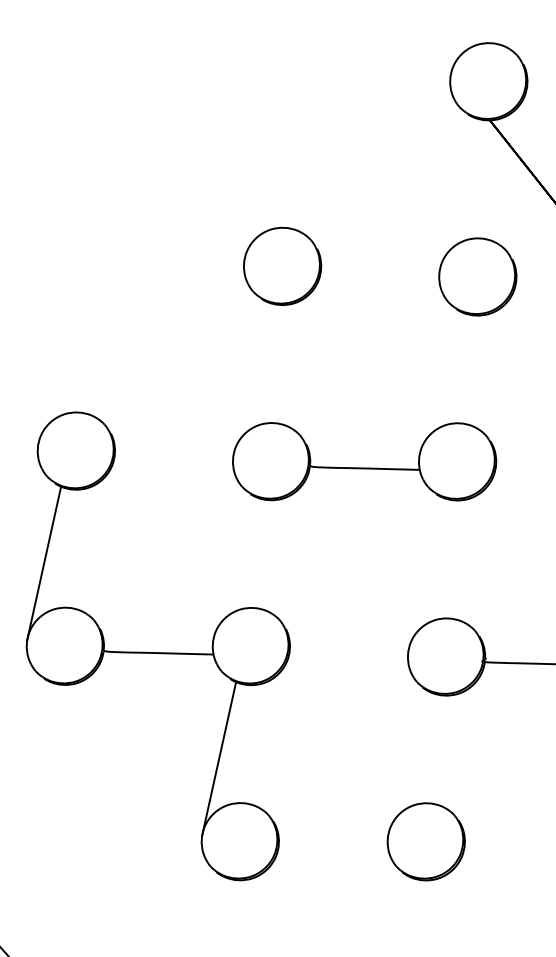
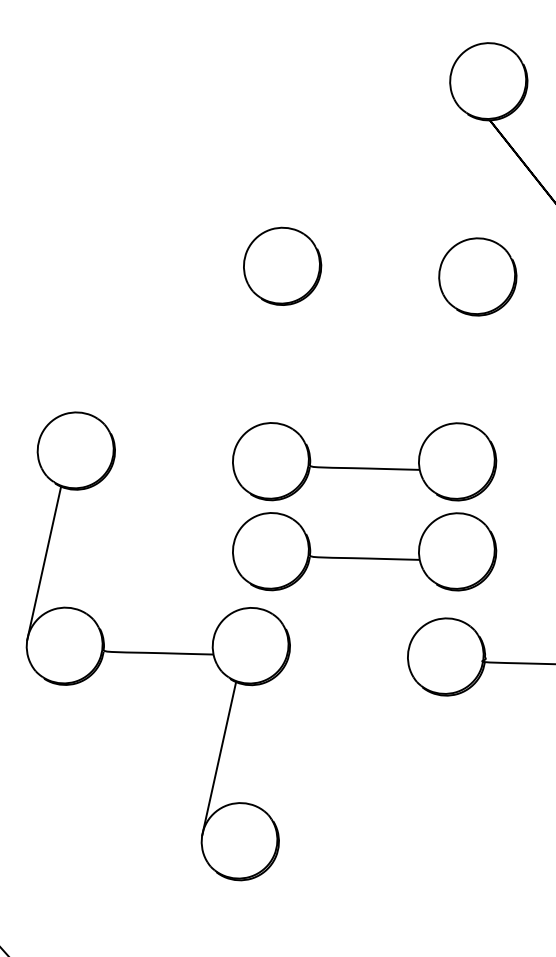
part at (364, 551): none -> present
part at (425, 841): present -> none
